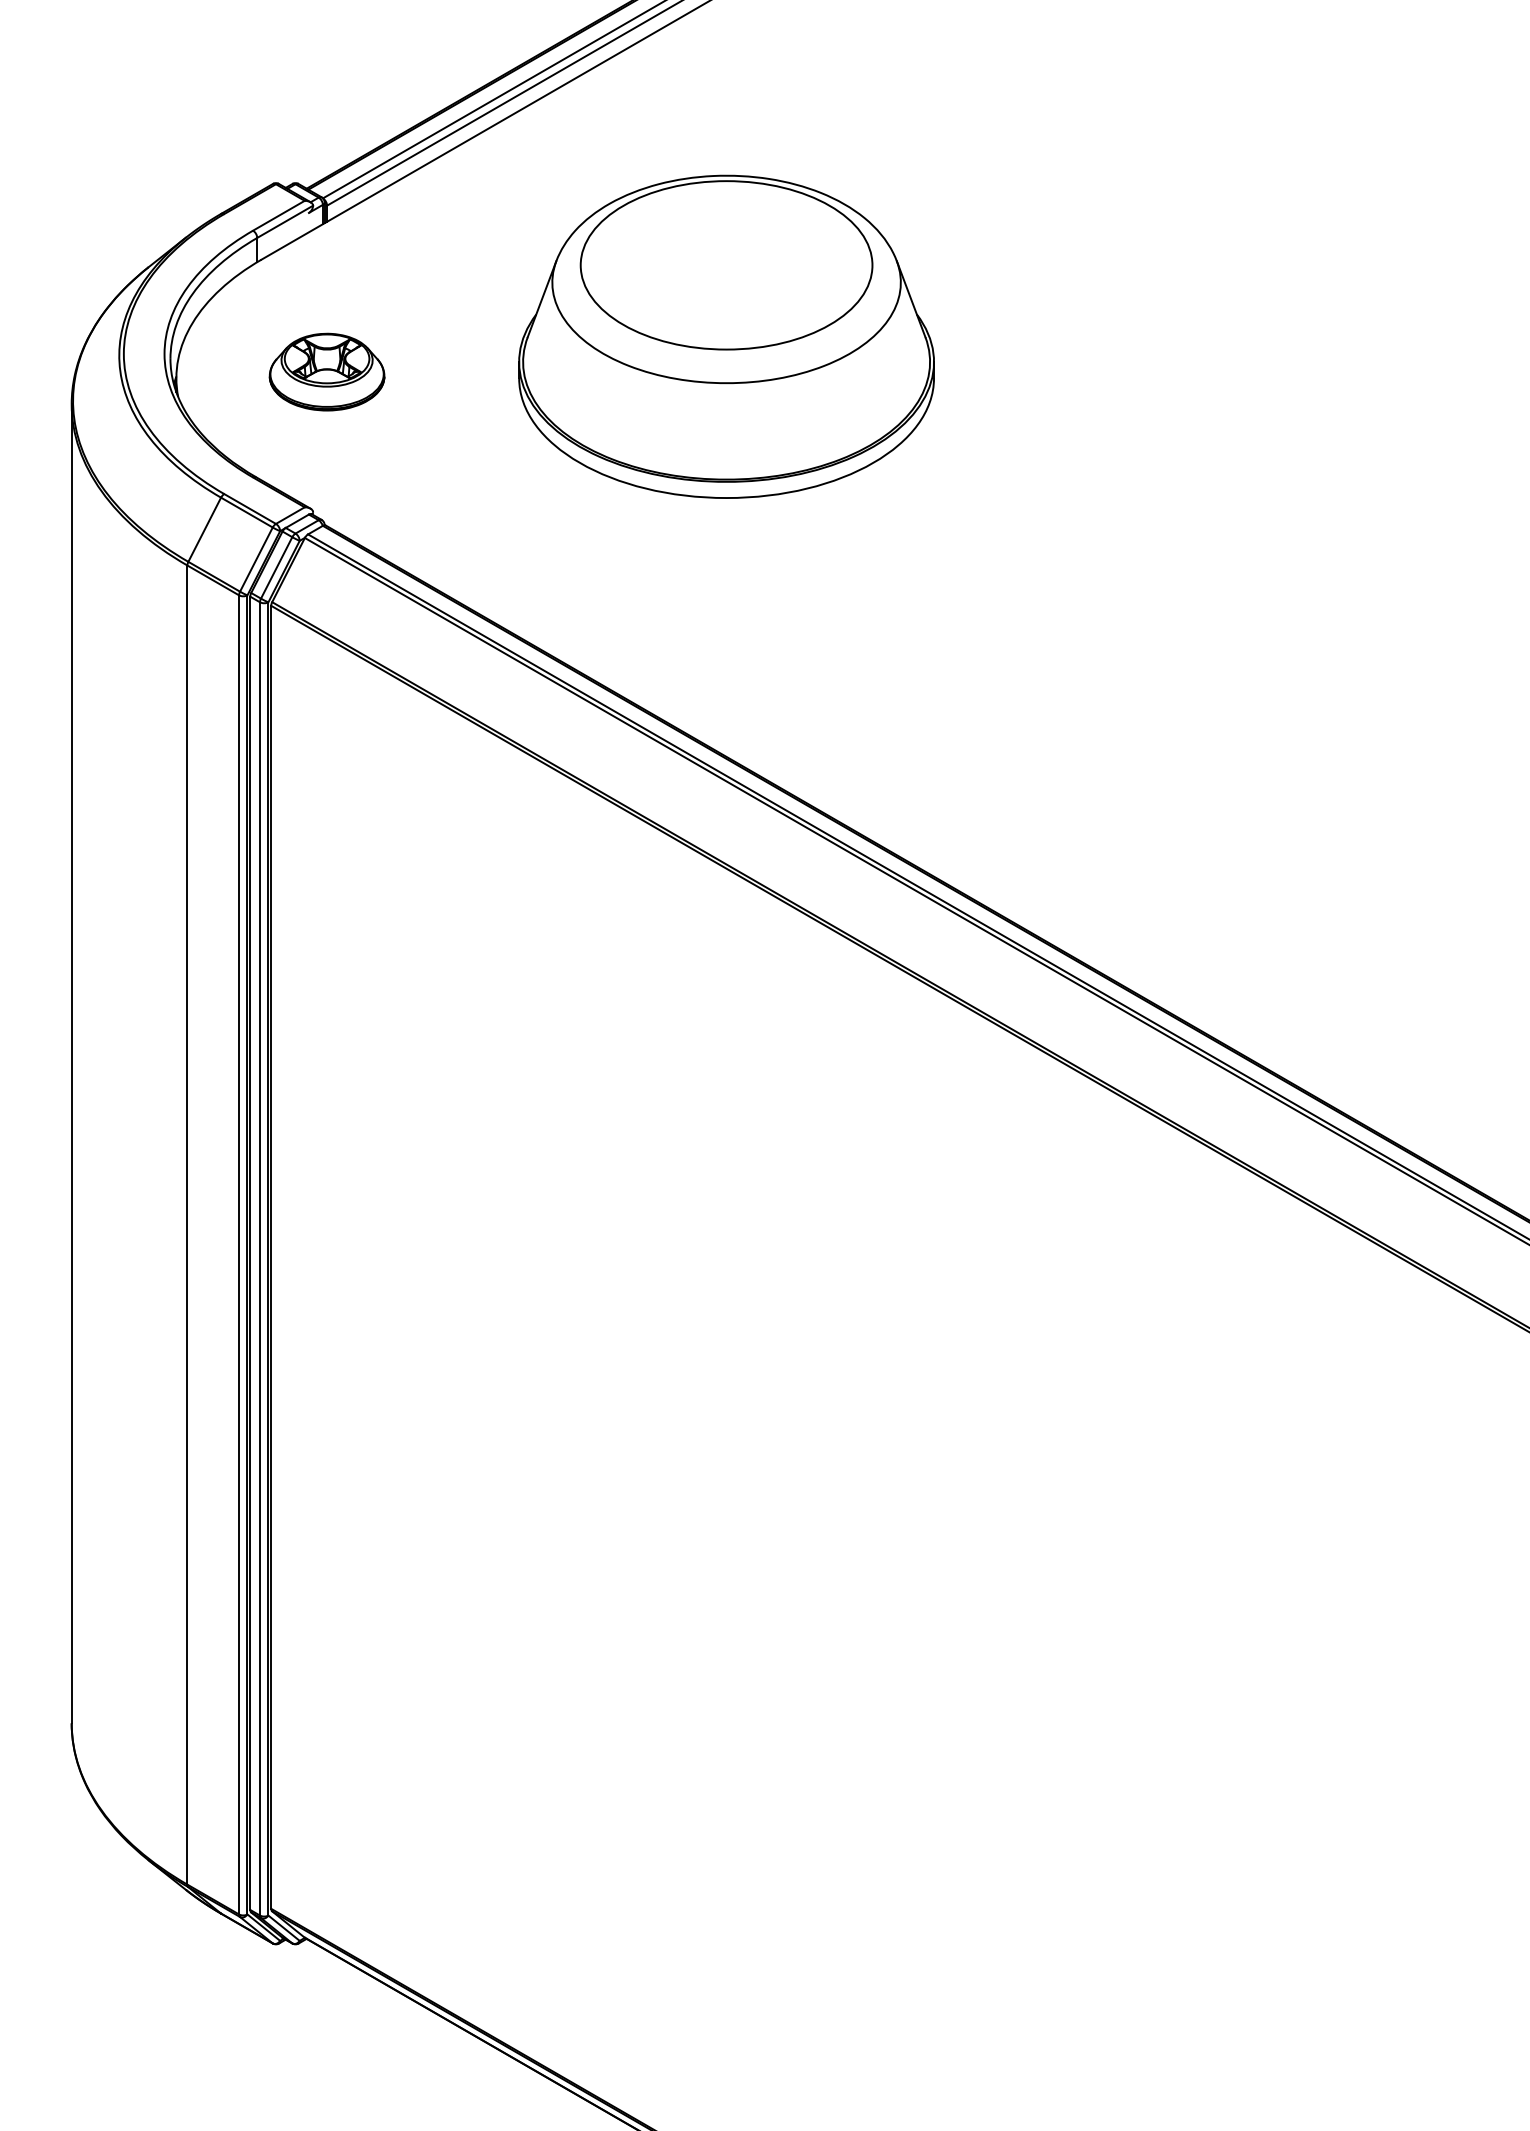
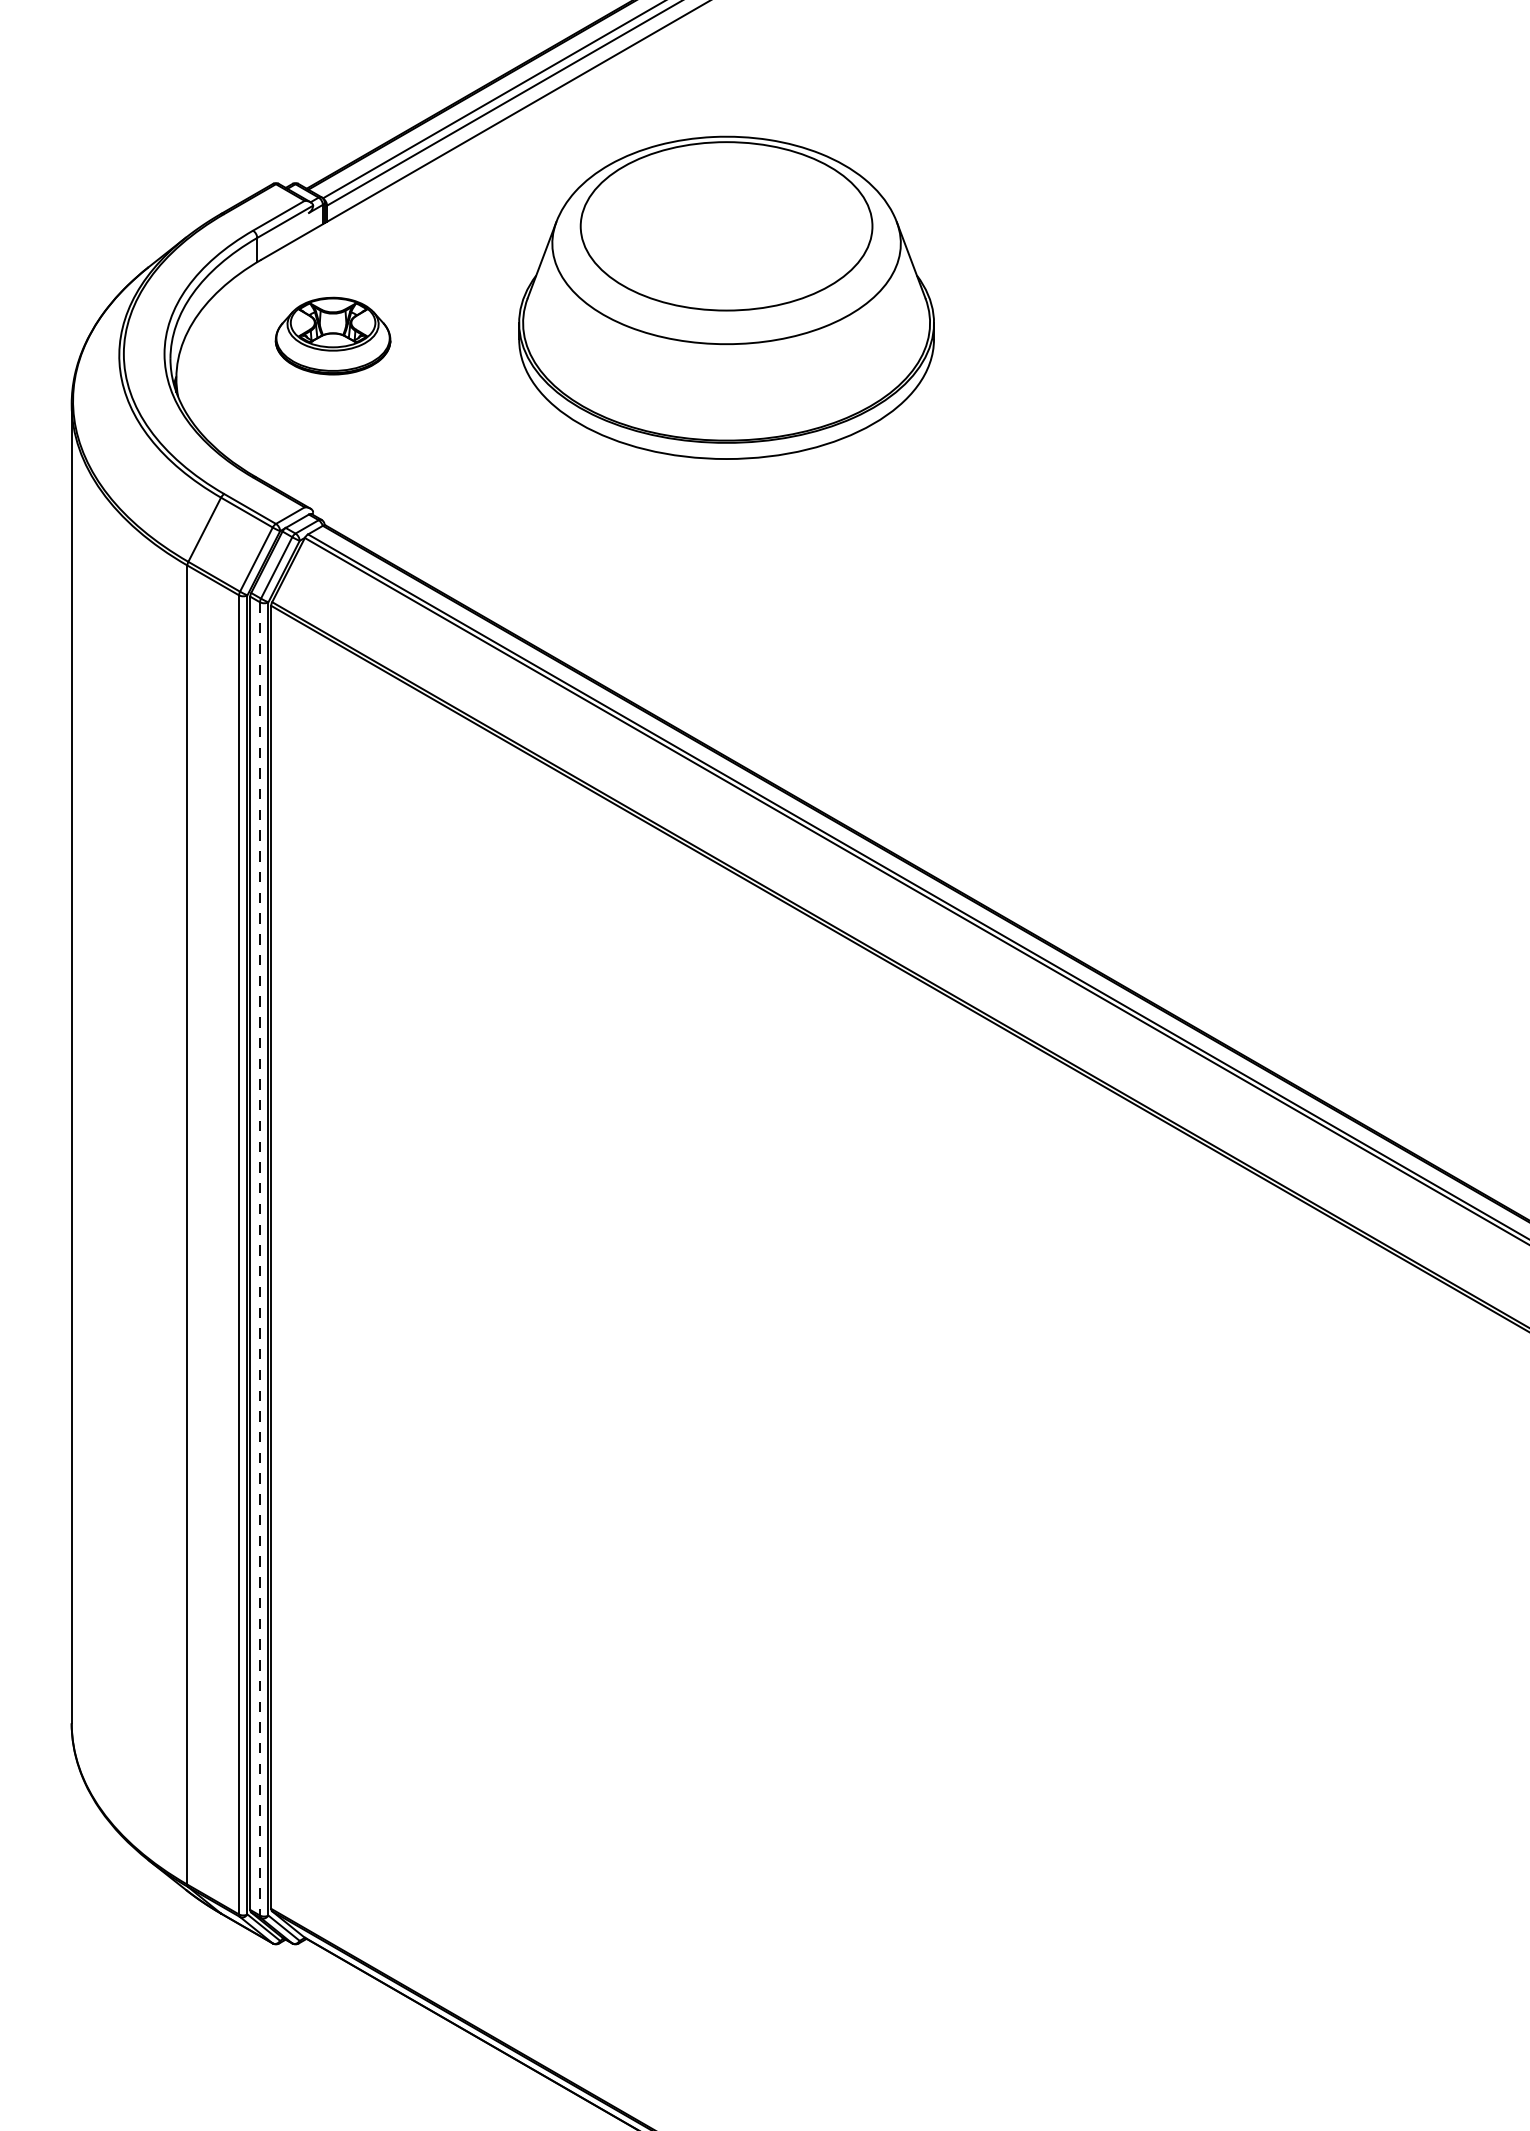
part at (726, 336) position: (726, 336) -> (726, 297)
part at (326, 371) position: (326, 371) -> (332, 335)
line at (260, 1258): solid -> dashed
